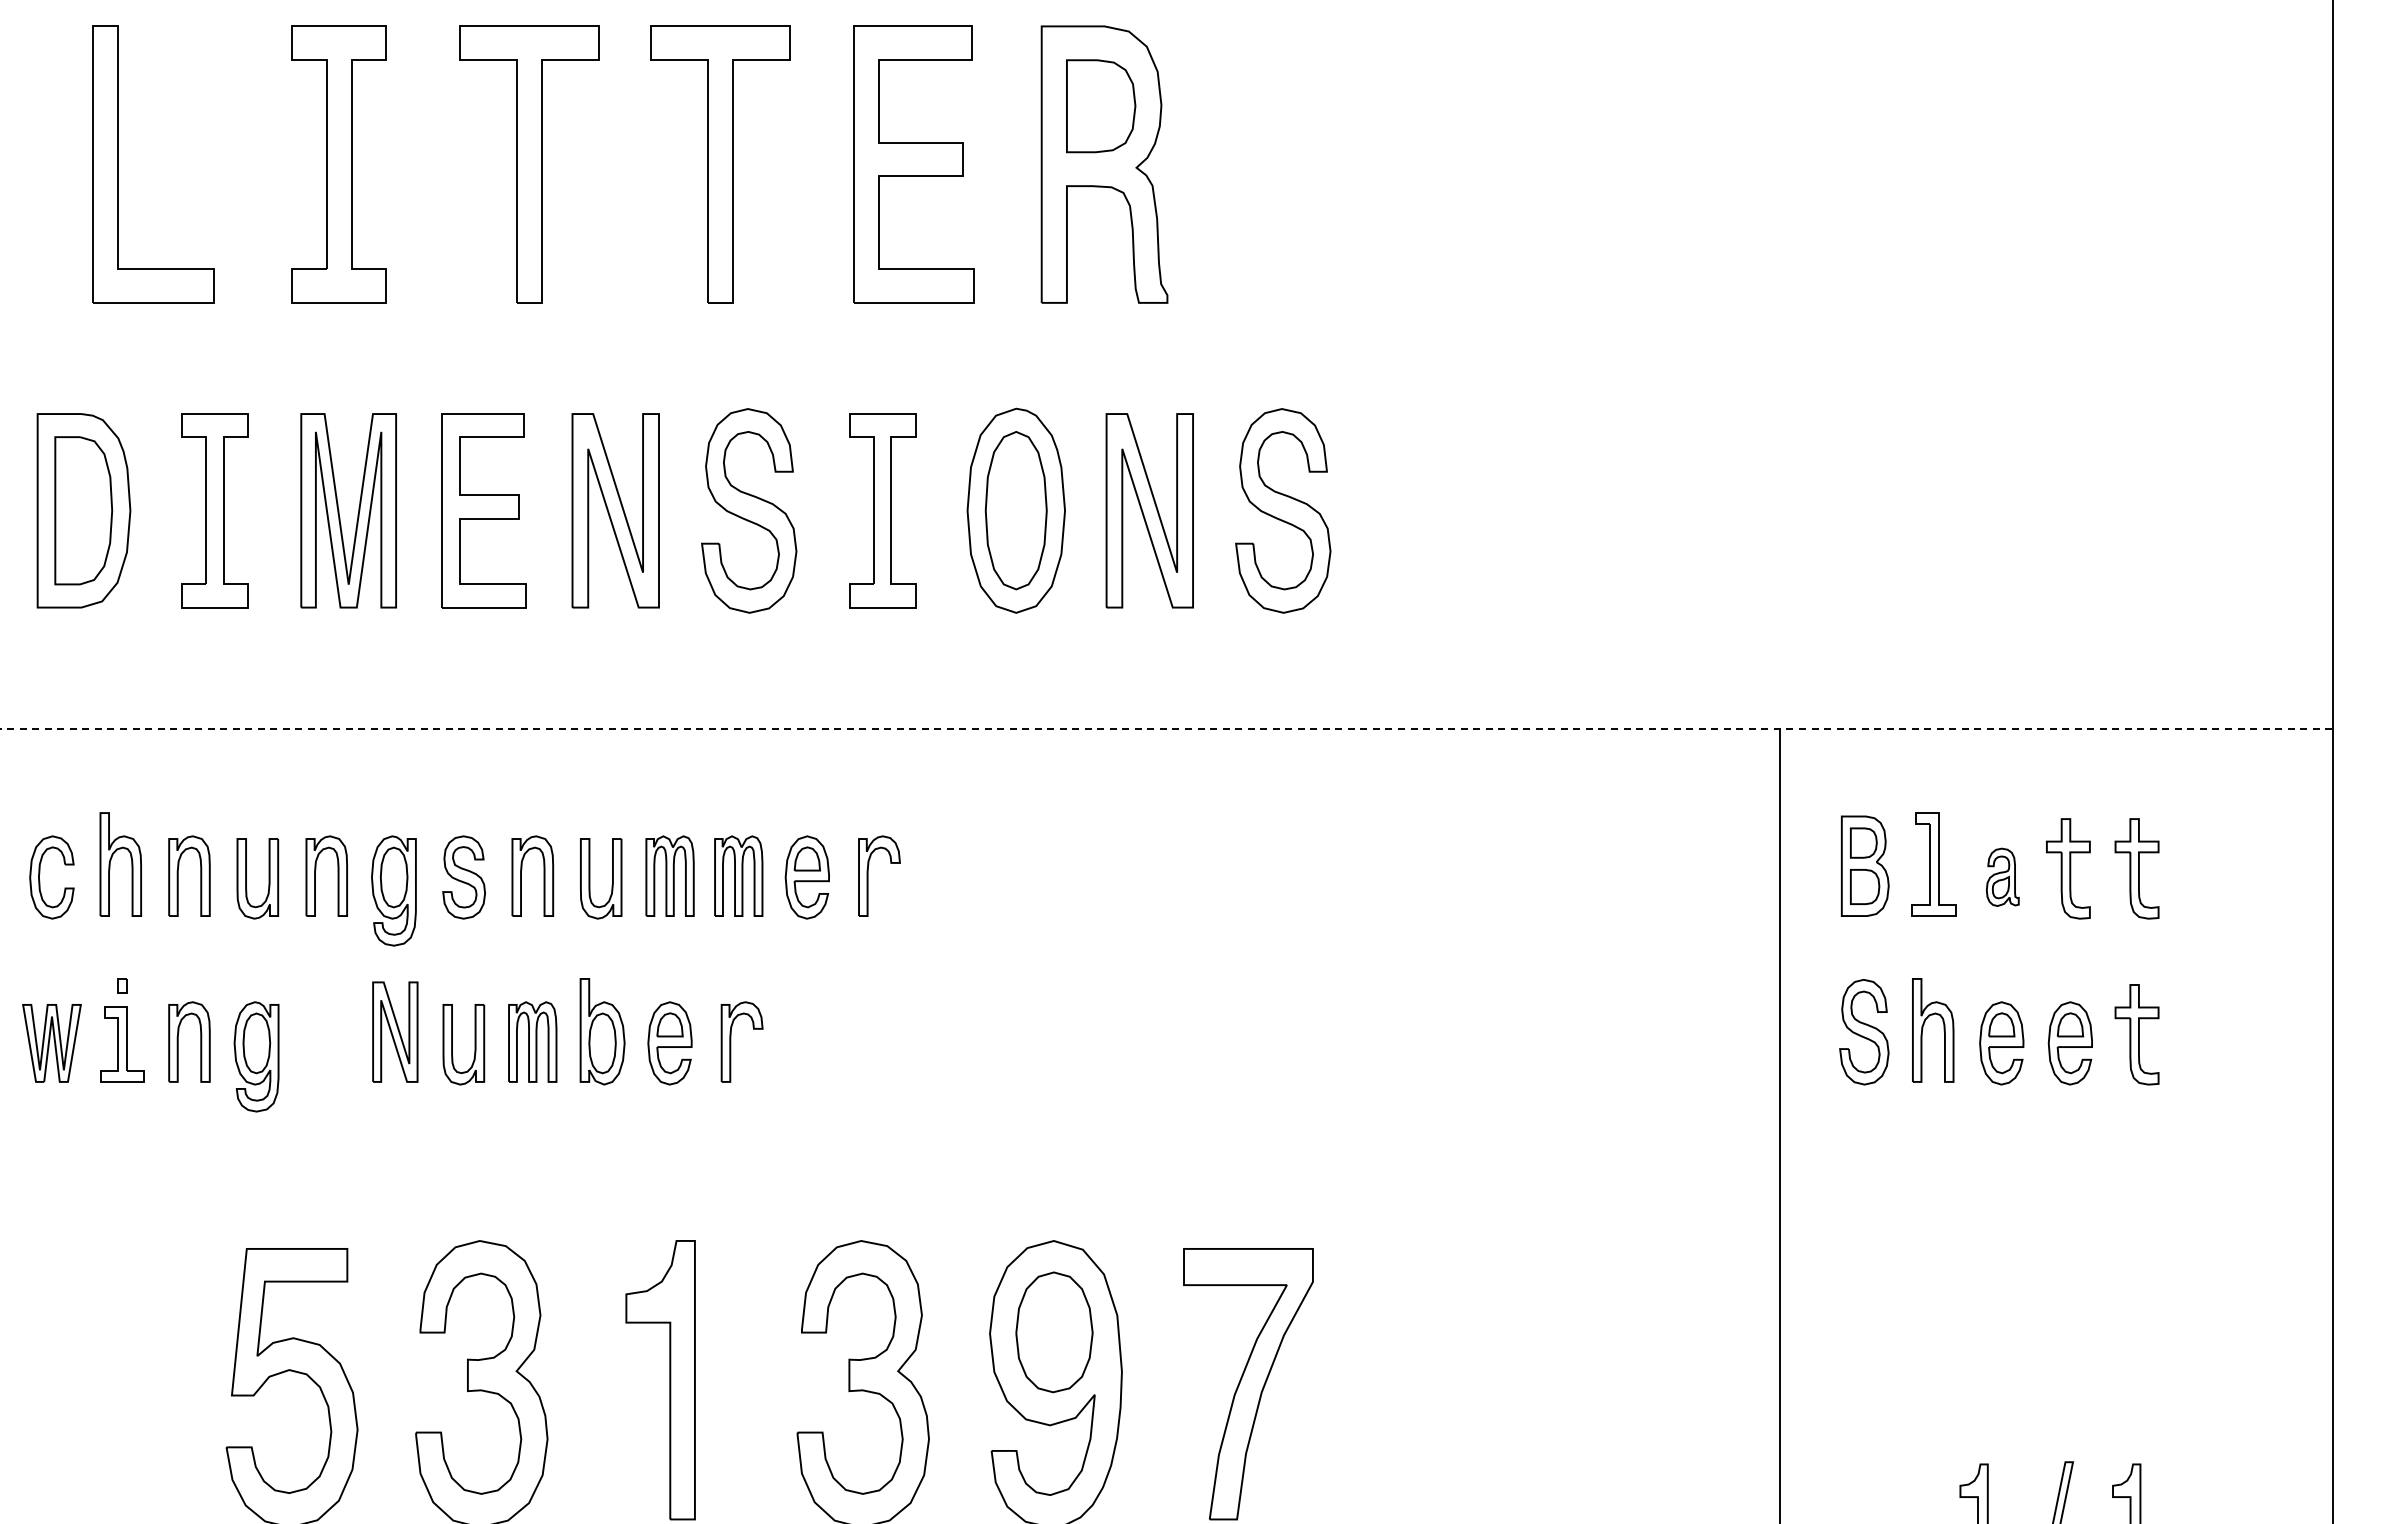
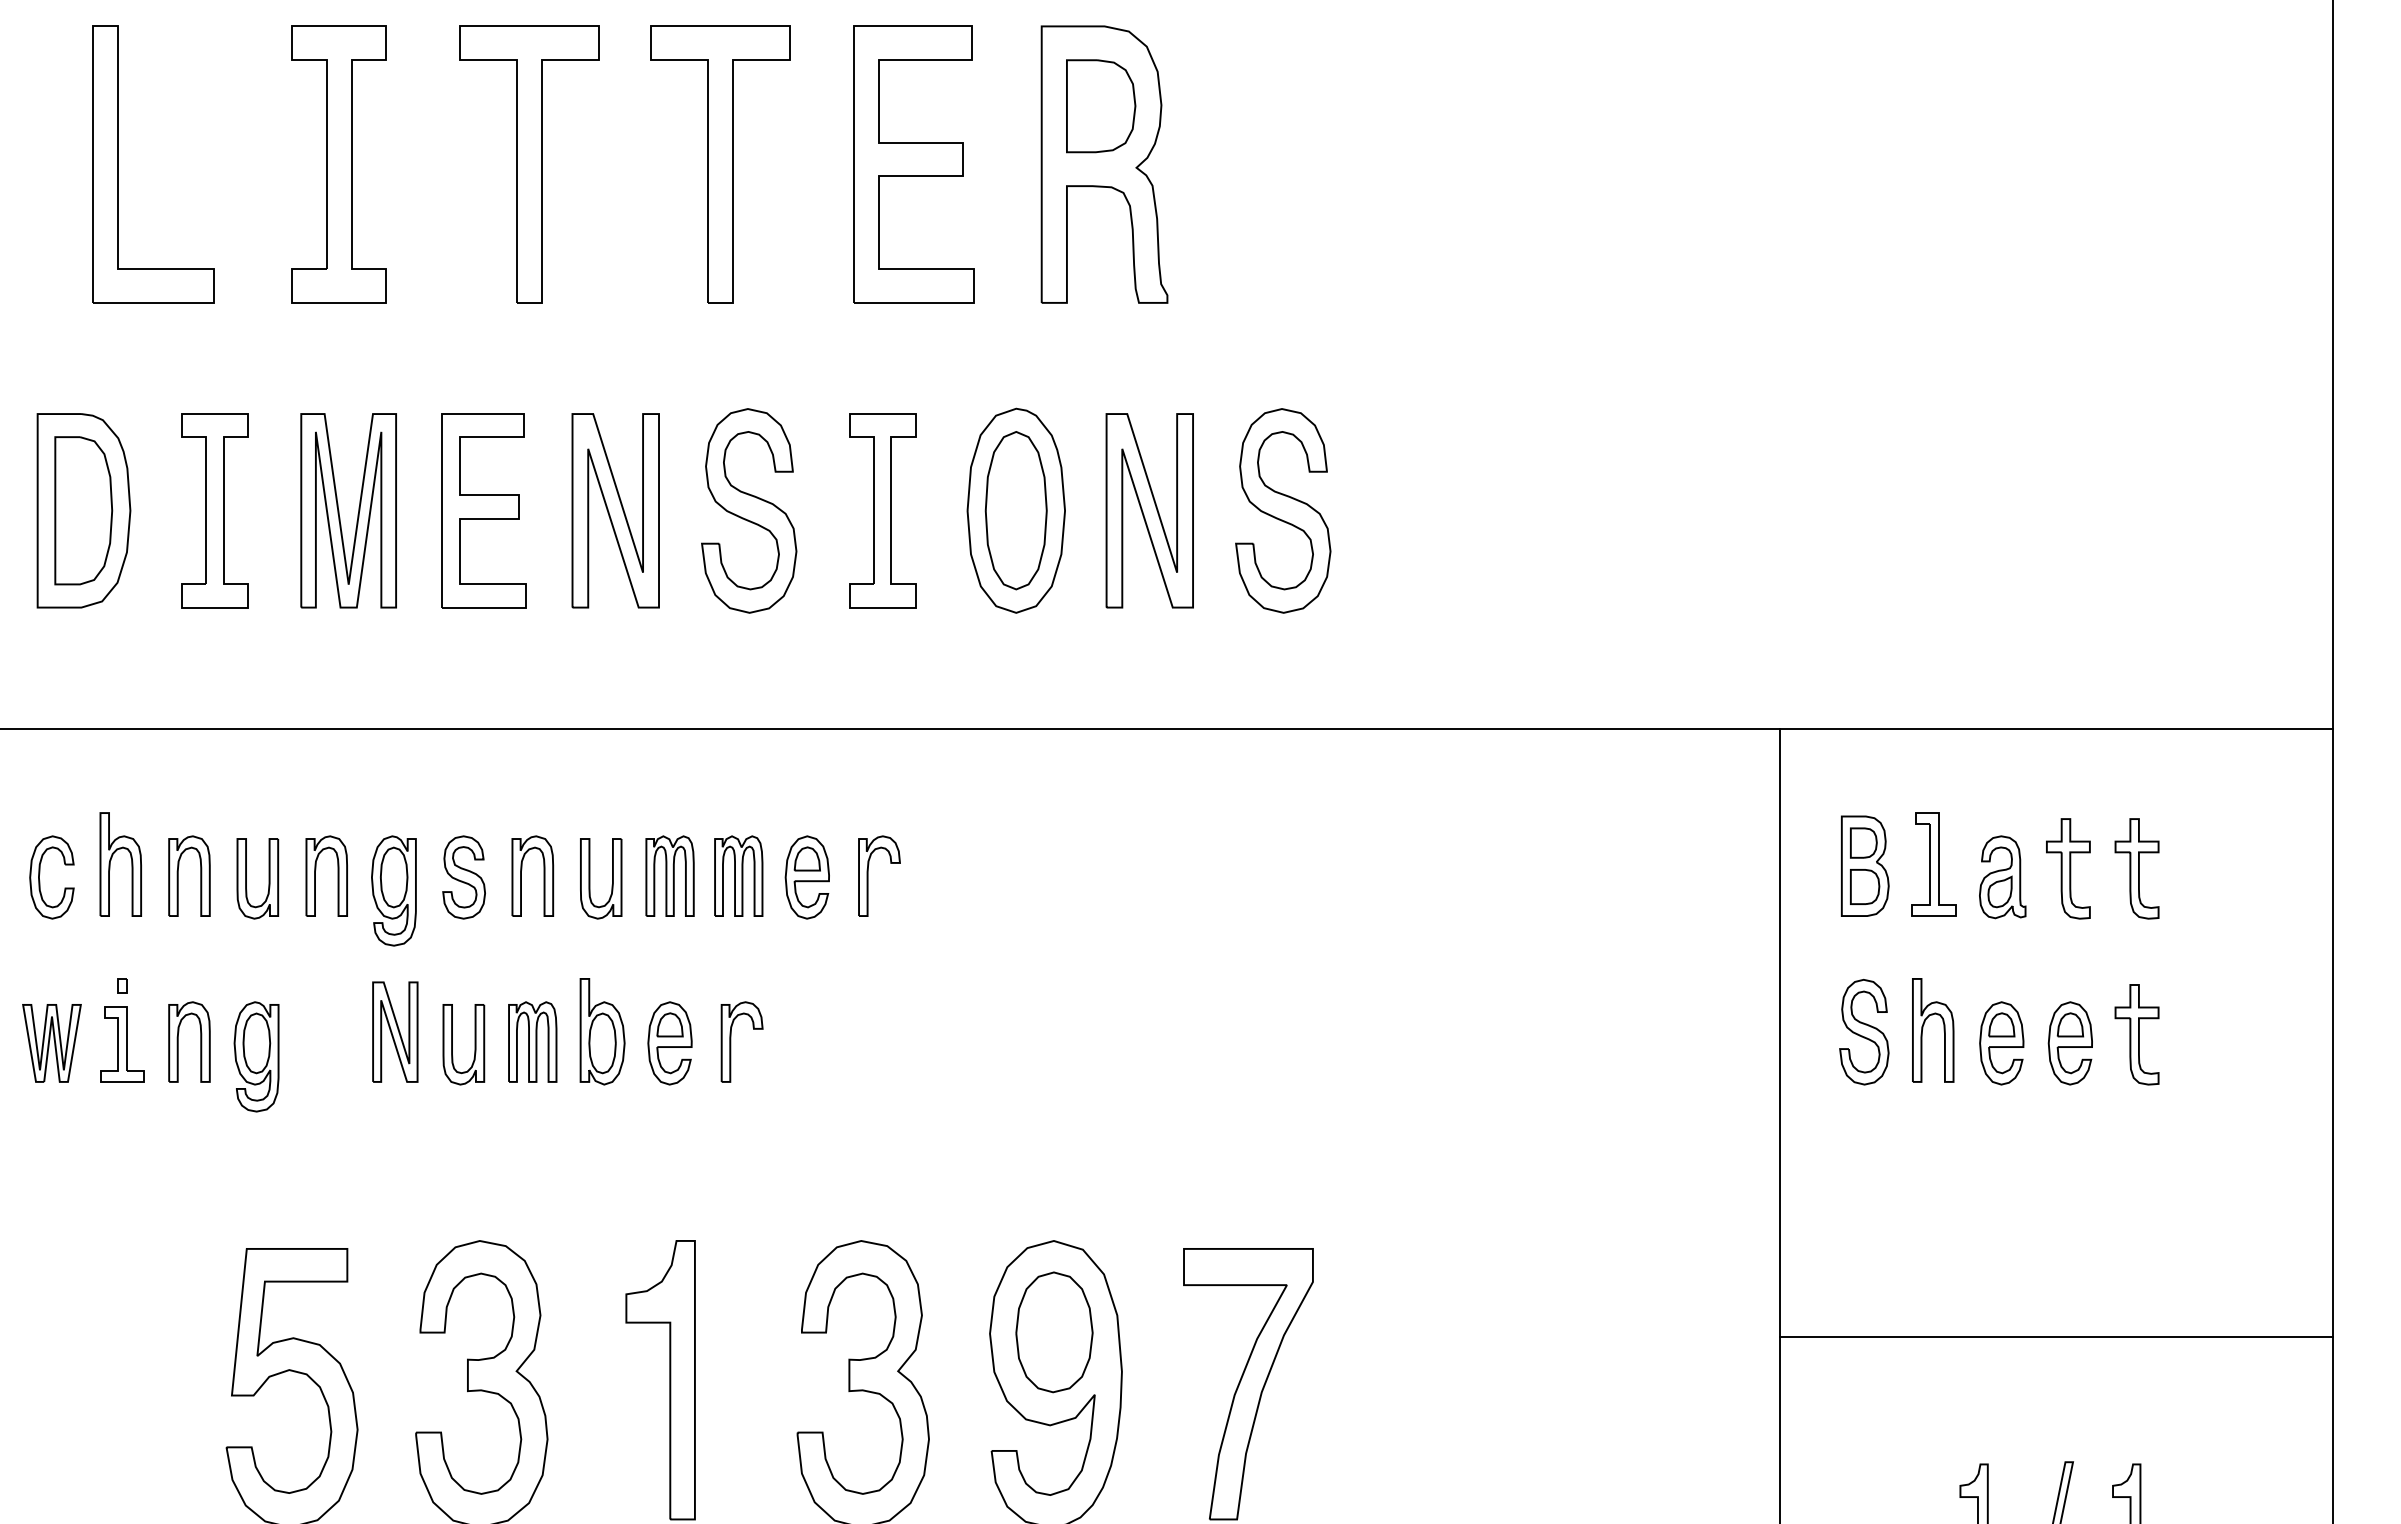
line at (1166, 728): dashed -> solid
part at (2002, 876) size: 35x60 px -> 48x85 px
line at (2055, 1336): none -> present
